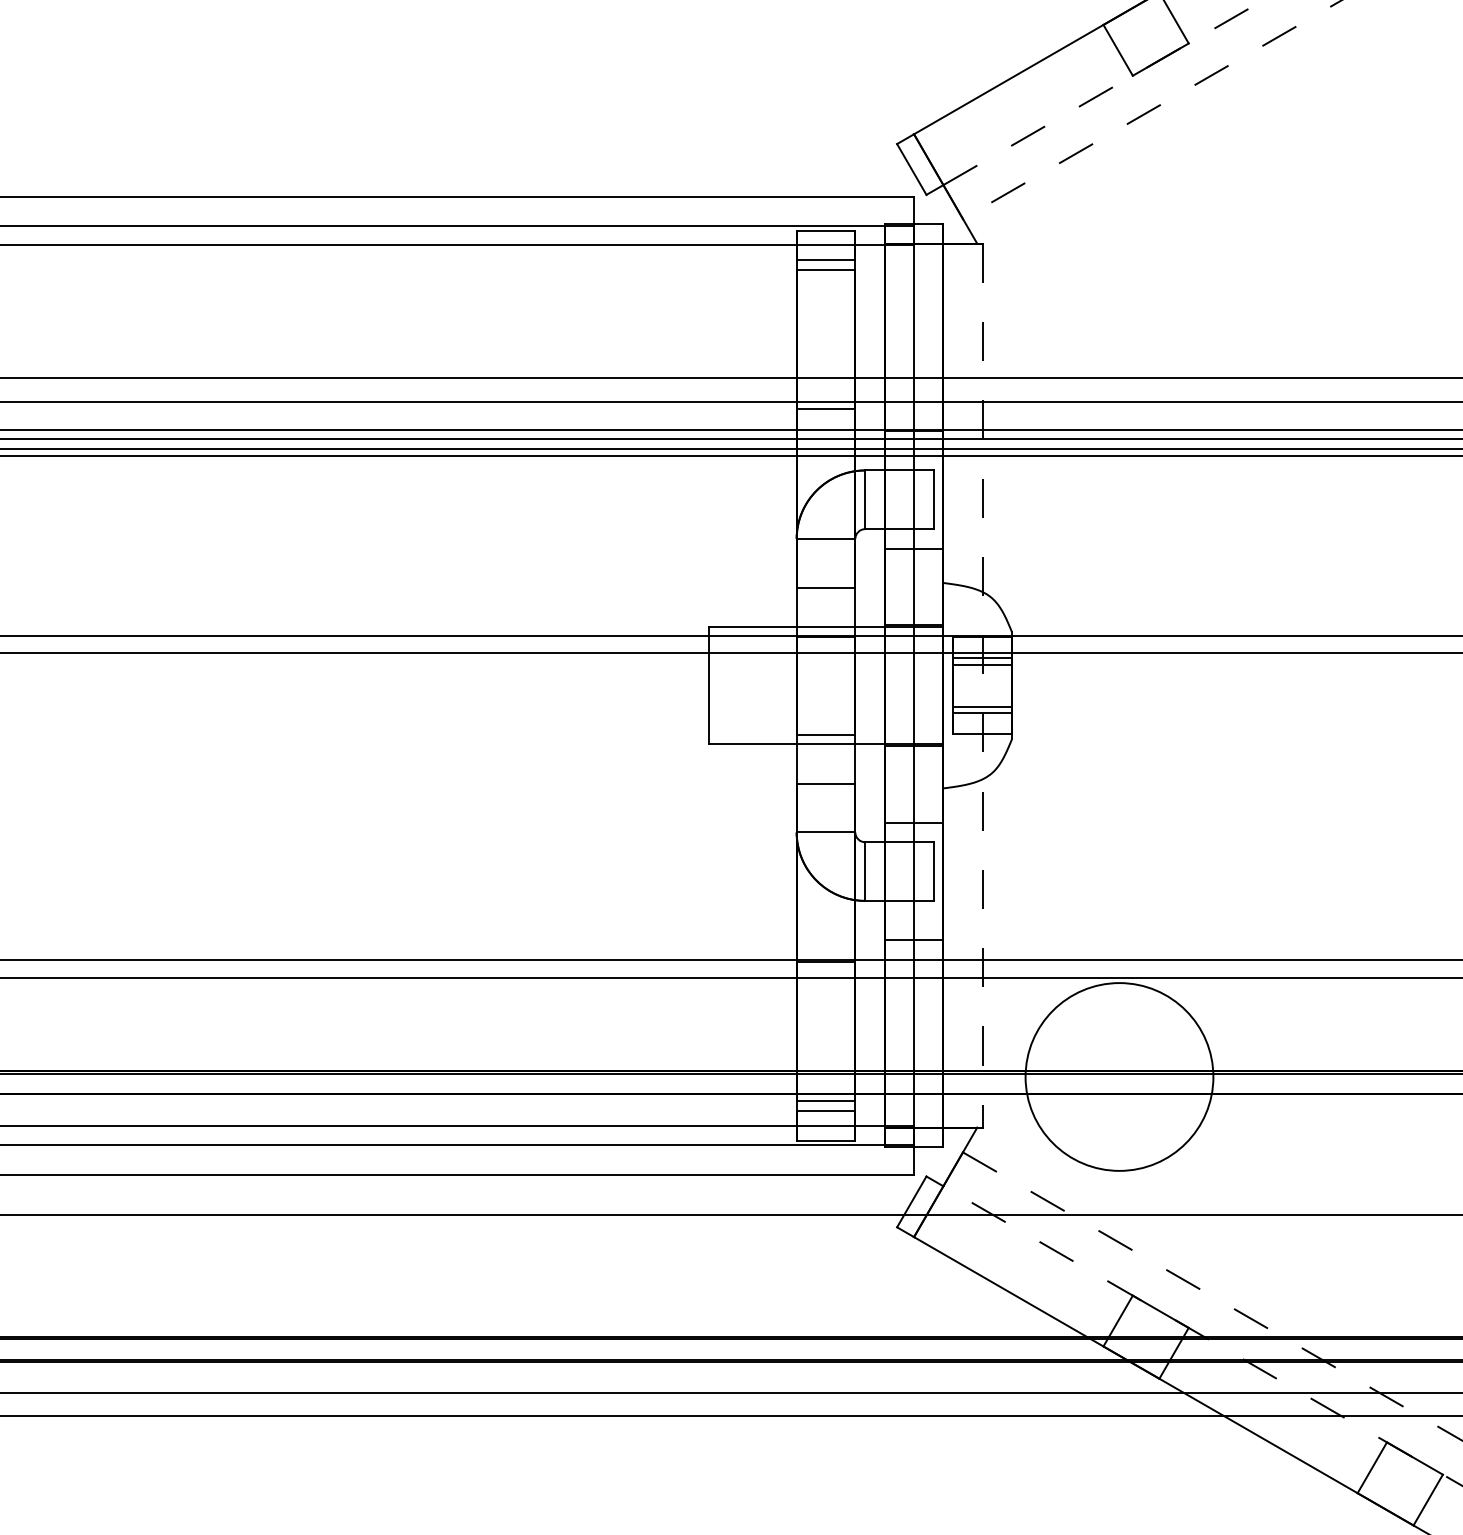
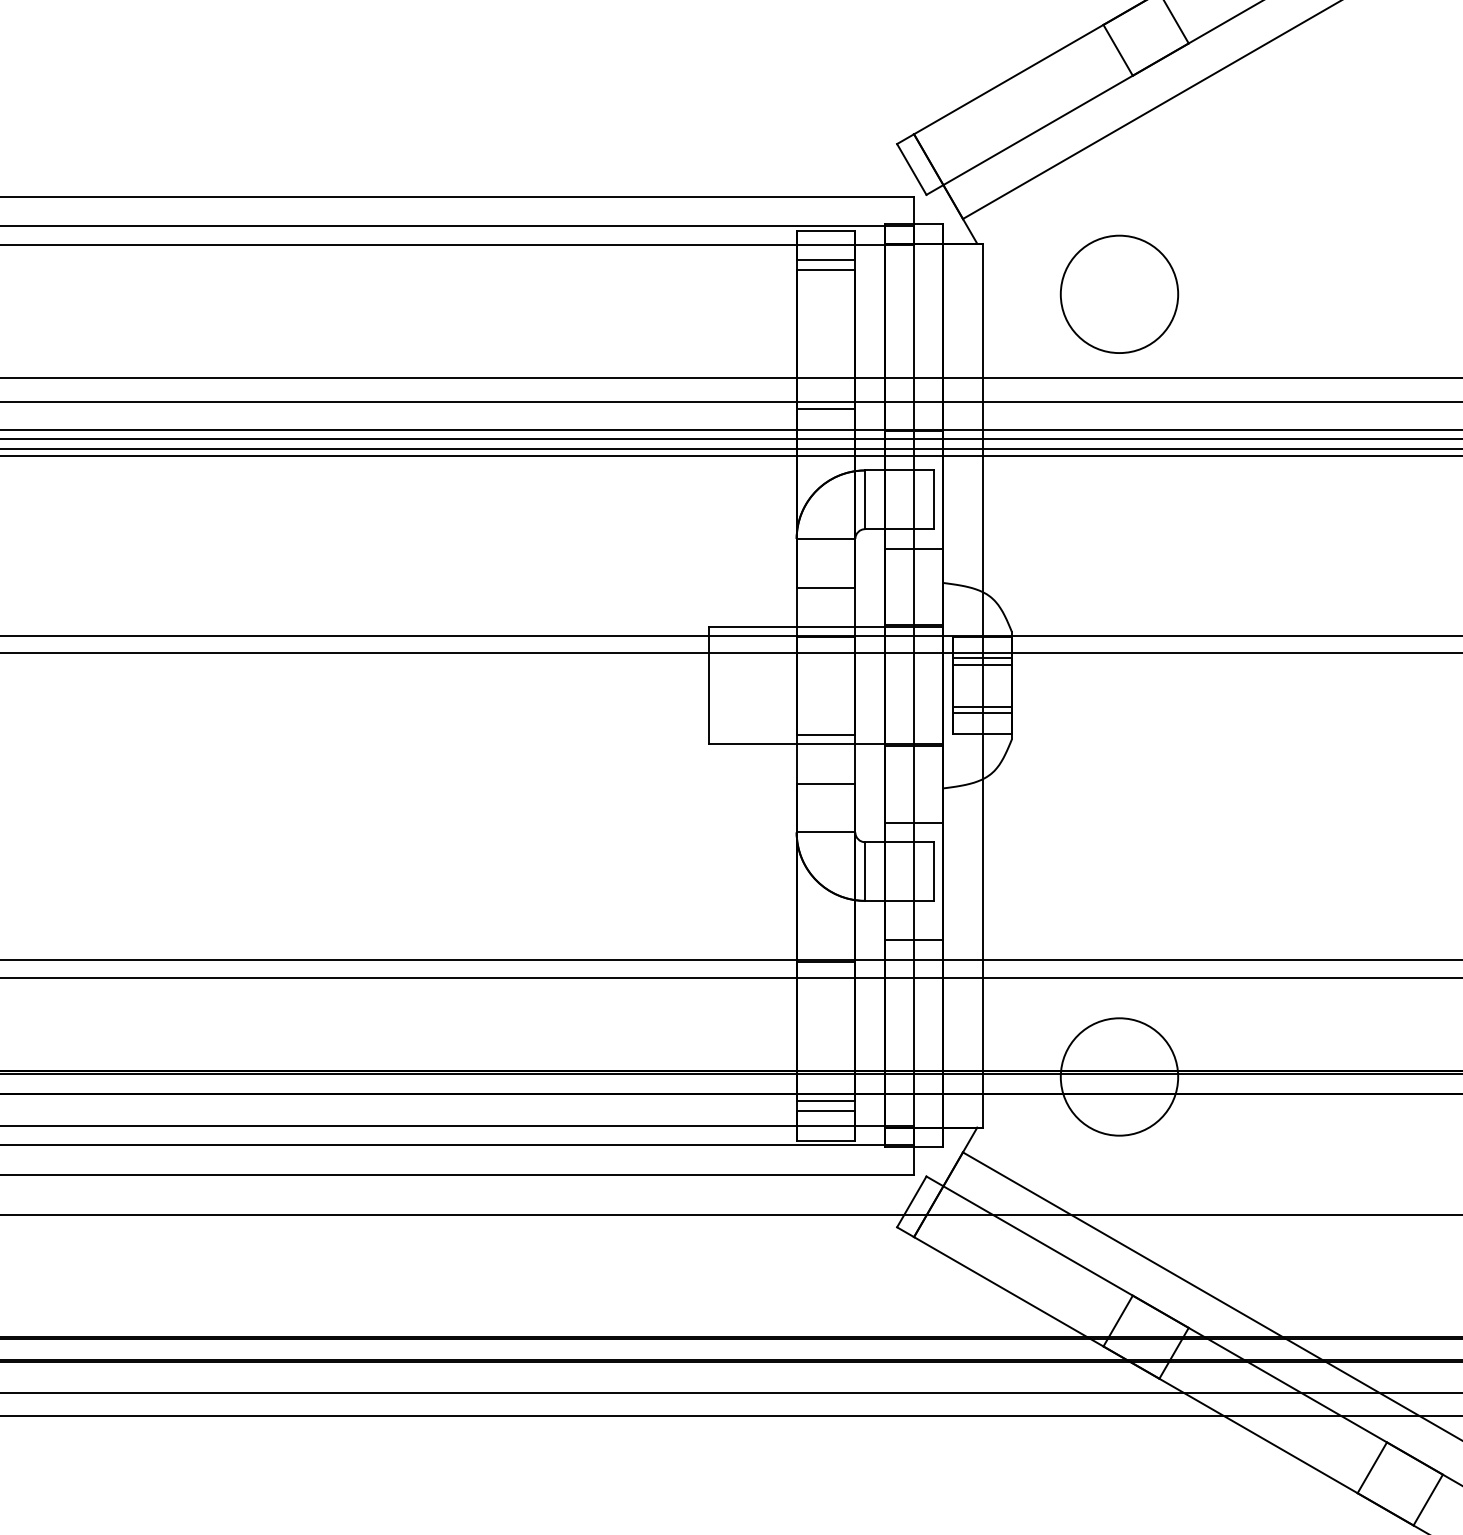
line at (1103, 92): dashed -> solid
line at (1152, 109): dashed -> solid
circle at (1119, 293): none -> present
line at (982, 685): dashed -> solid
circle at (1119, 1076) diameter: 188 px -> 117 px
line at (1213, 1296): dashed -> solid
line at (1203, 1336): dashed -> solid
